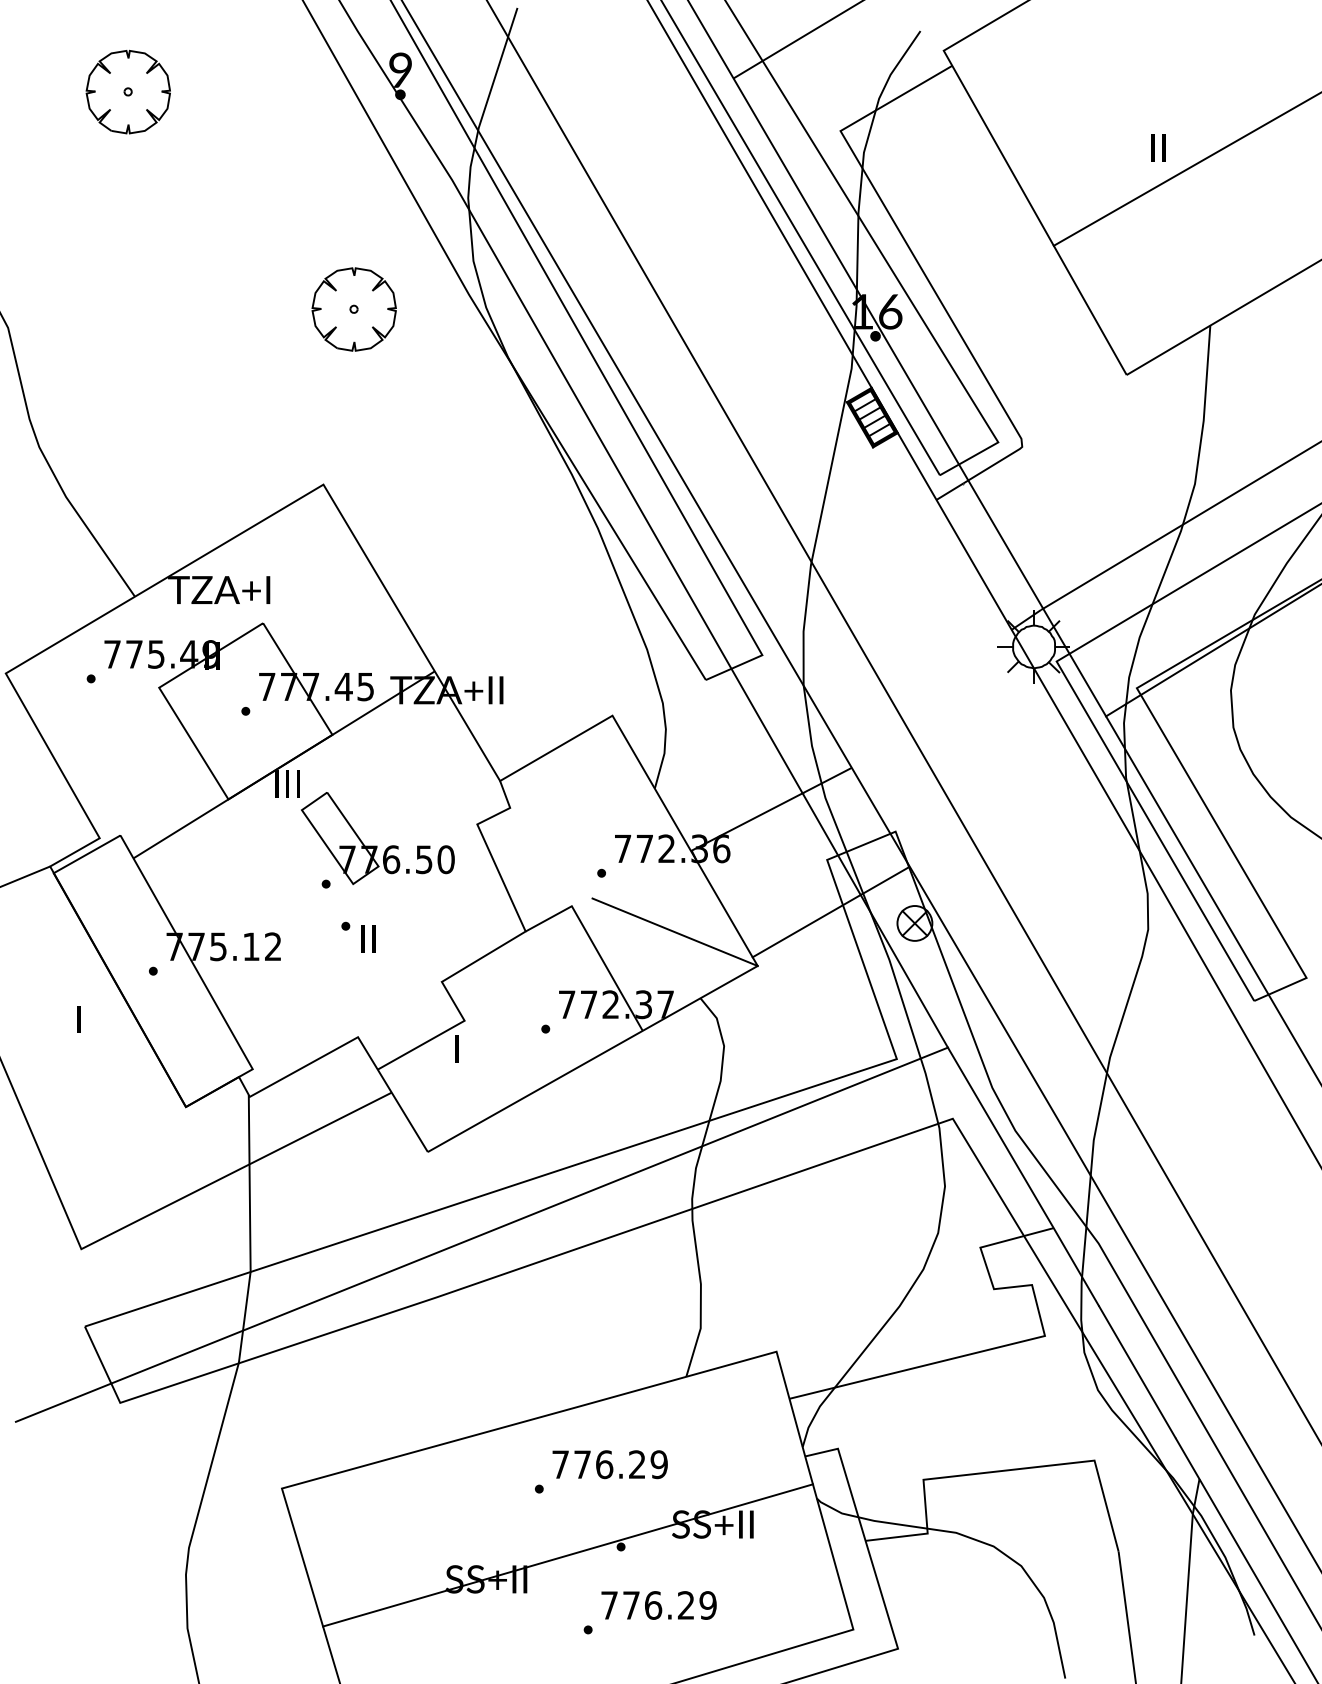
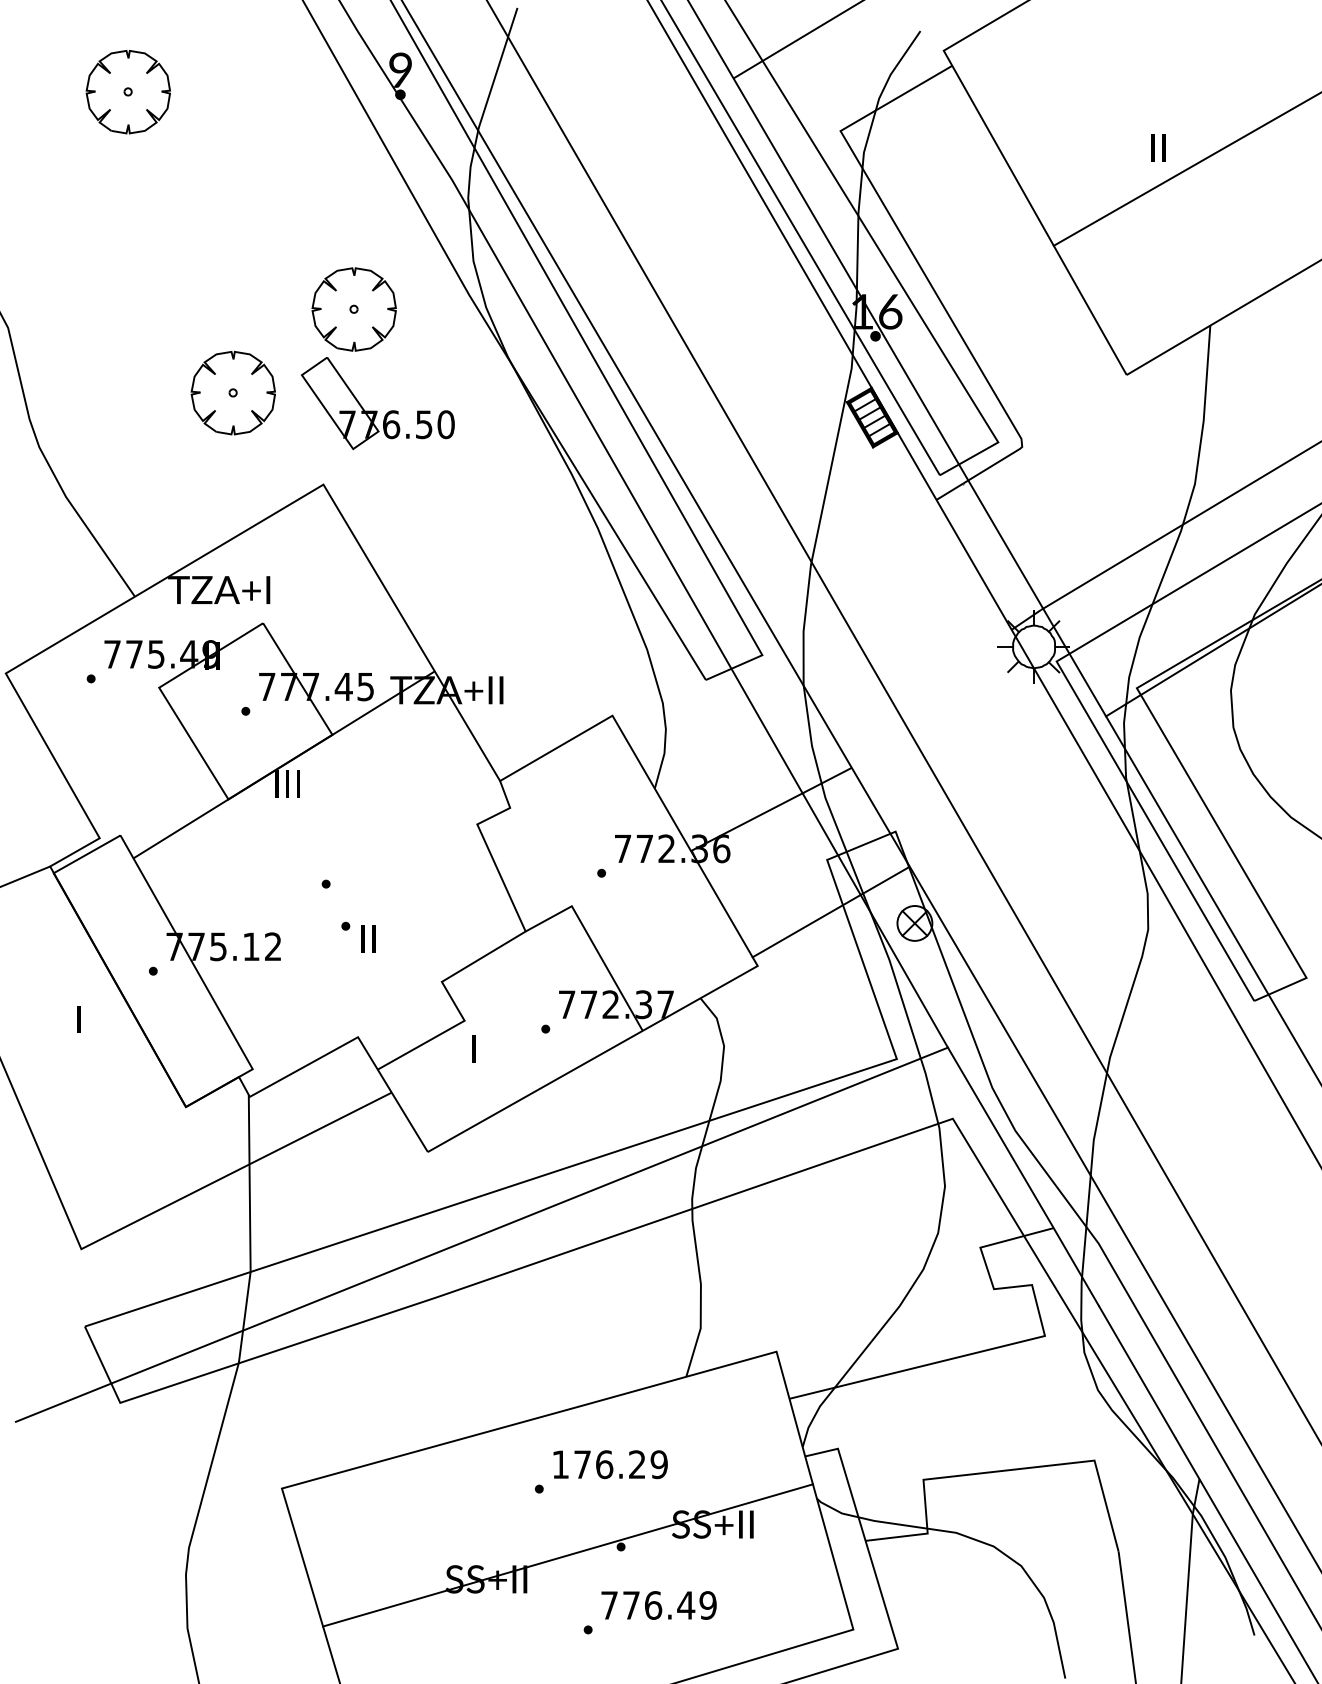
part at (232, 392): none -> present
part at (377, 845) position: (377, 845) -> (377, 410)
line at (674, 932): present -> none
text at (456, 1048) position: (456, 1048) -> (473, 1048)
text at (560, 1464): 776.29 -> 176.29
text at (686, 1605): 776.29 -> 776.49
